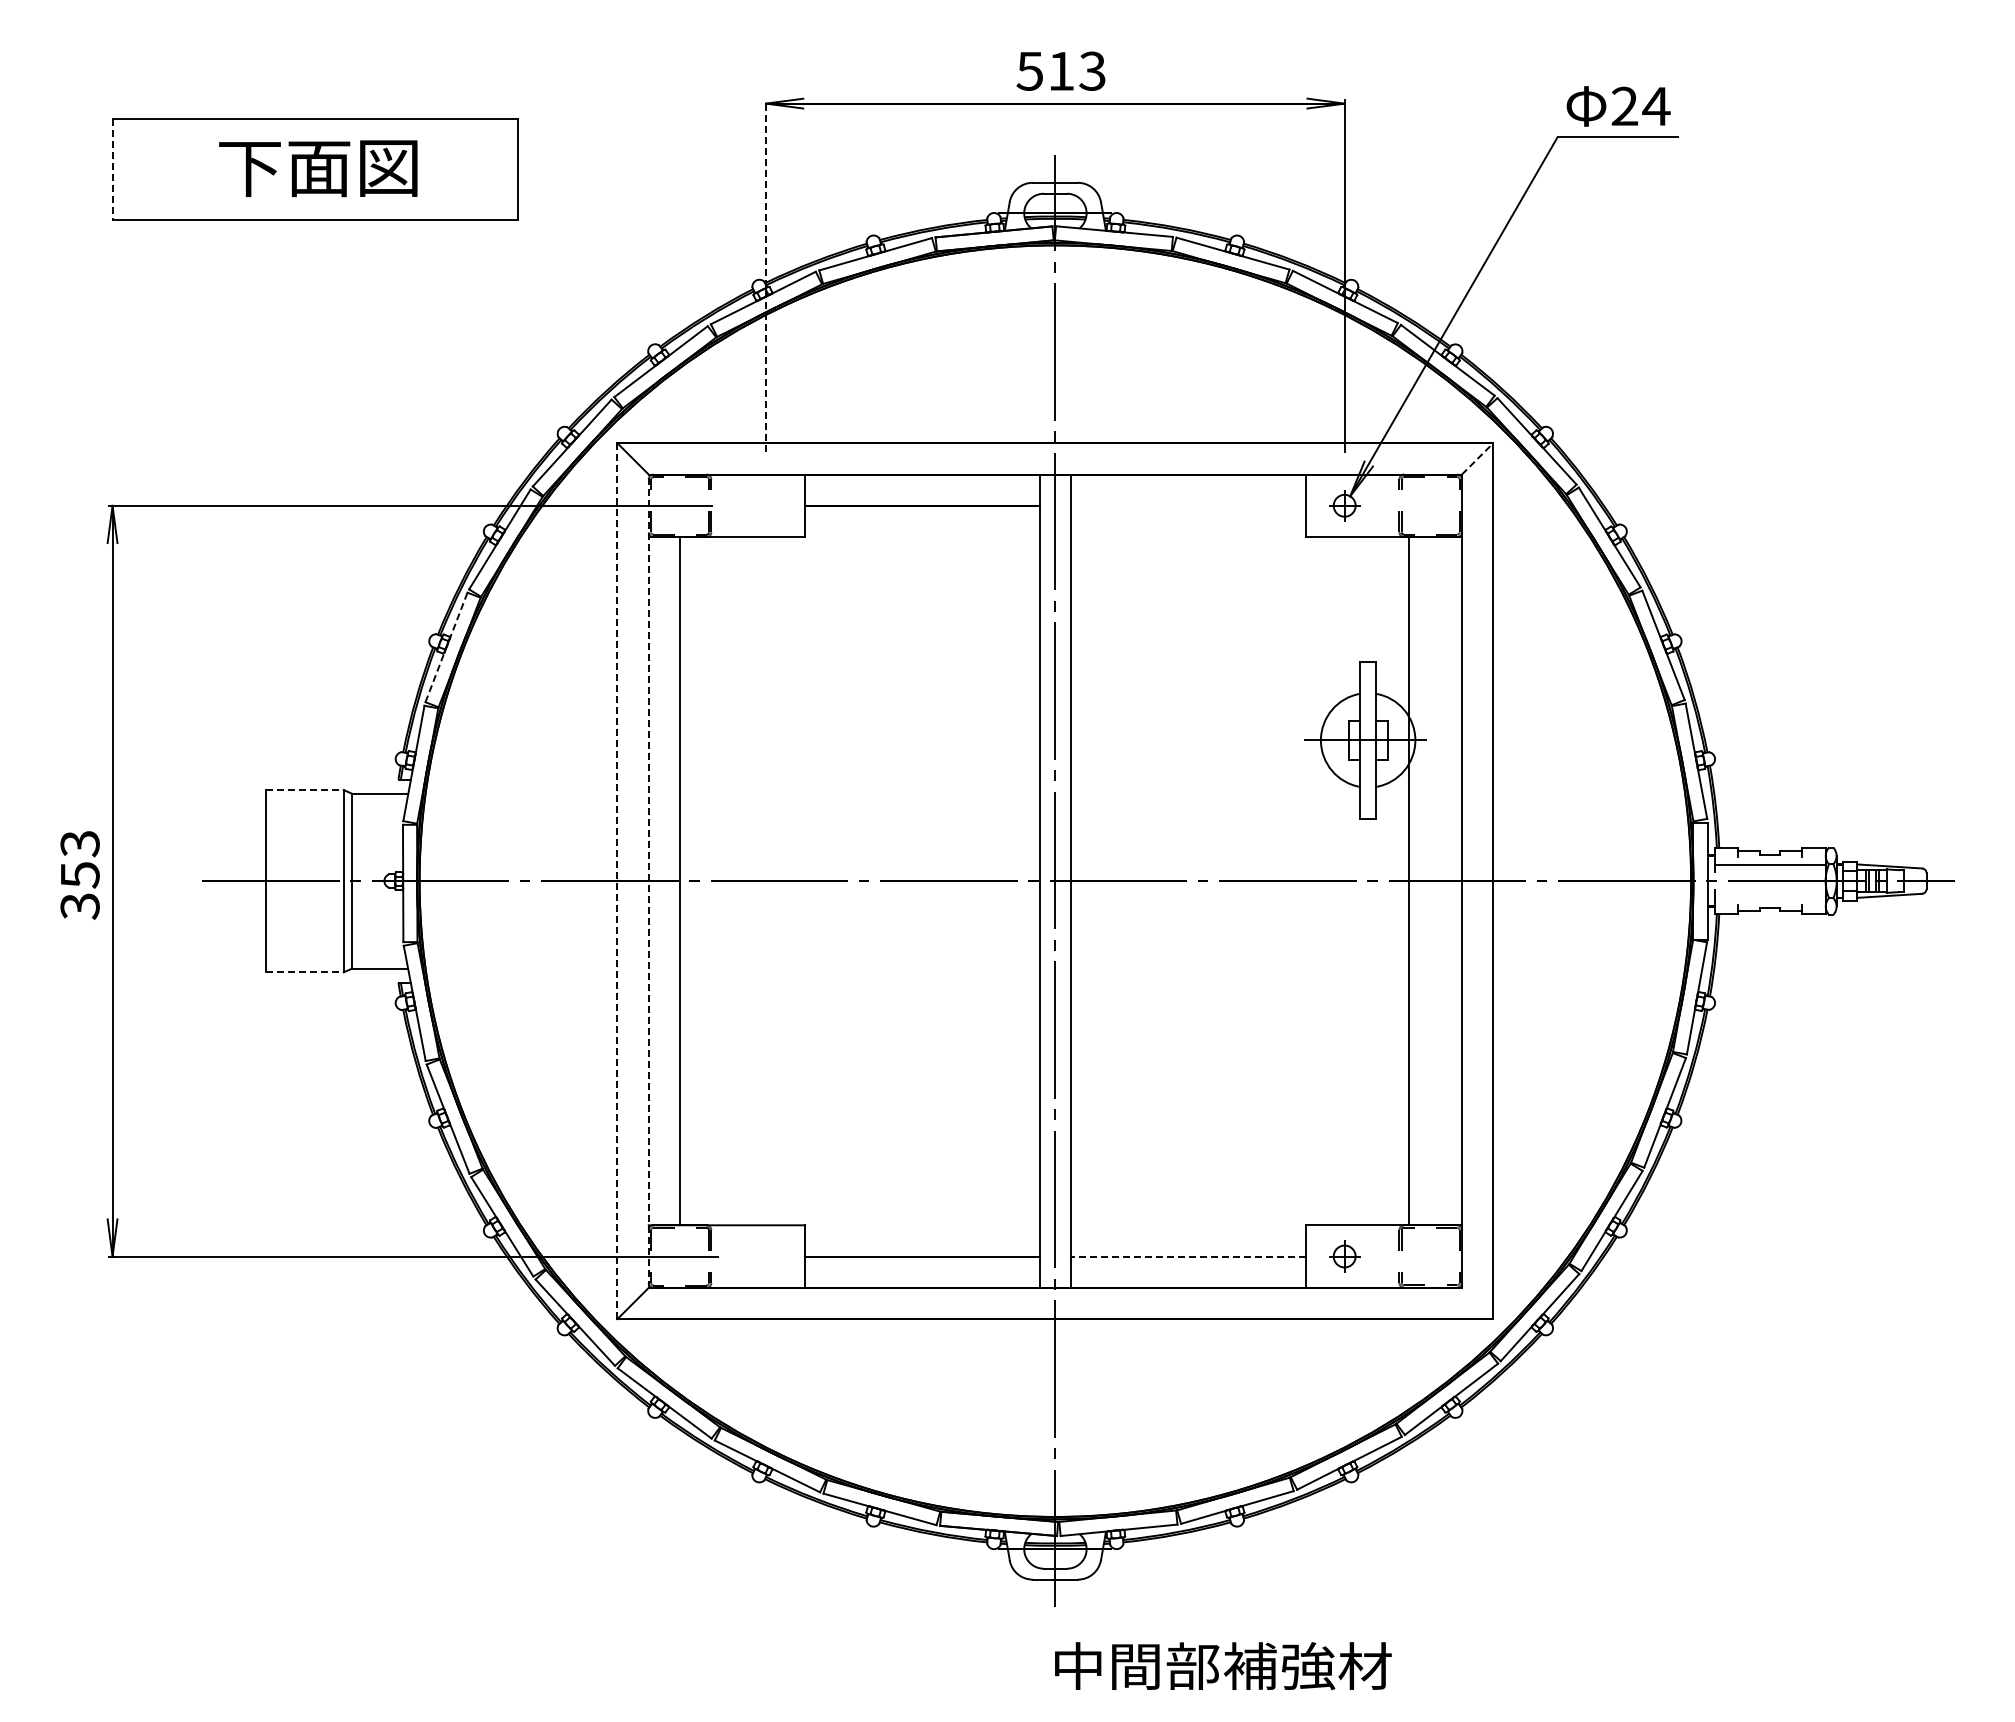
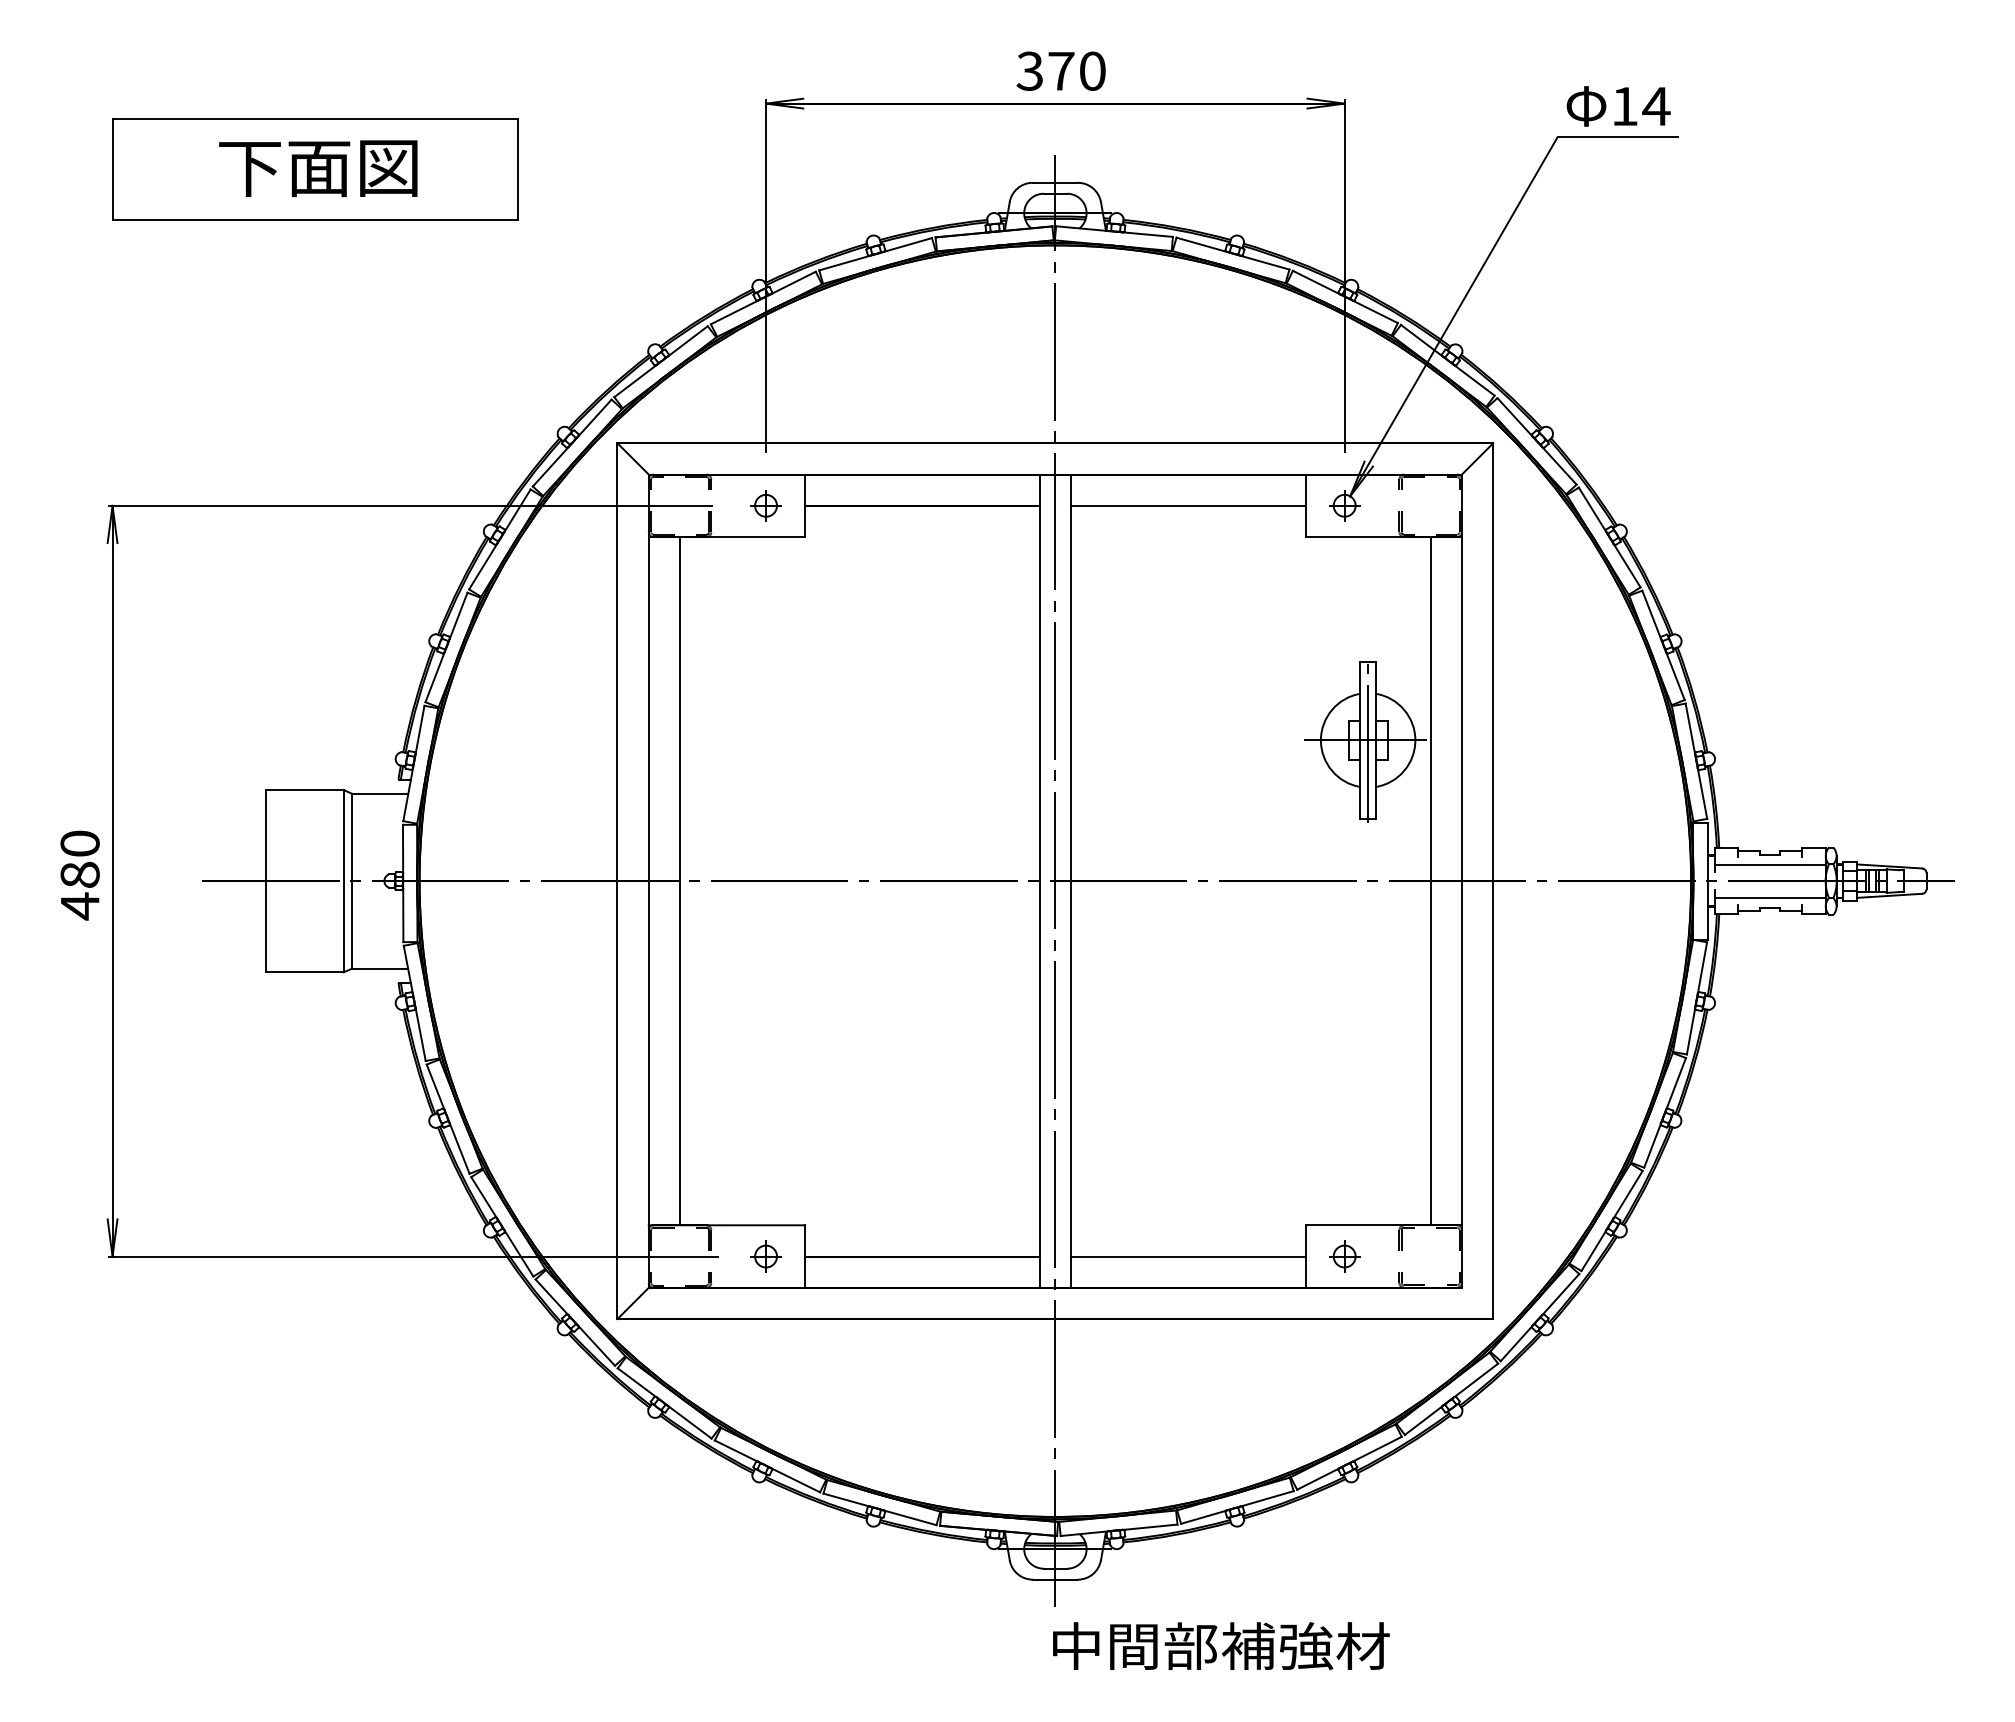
text at (1060, 70): 513 -> 370
text at (1624, 105): 24 -> 14
line at (113, 169): dashed -> solid
line at (766, 275): dashed -> solid
line at (1477, 458): dashed -> solid
part at (765, 505): none -> present
line at (1187, 505): none -> present
line at (446, 647): dashed -> solid
line at (1368, 740): none -> present
line at (305, 790): dashed -> solid
text at (79, 875): 353 -> 480
line at (617, 881): dashed -> solid
line at (648, 881): dashed -> solid
line at (1408, 881) position: (1408, 881) -> (1430, 881)
line at (1769, 897): none -> present
line at (305, 972): dashed -> solid
part at (765, 1256): none -> present
line at (1187, 1256): dashed -> solid
text at (1223, 1666) position: (1223, 1666) -> (1221, 1646)
